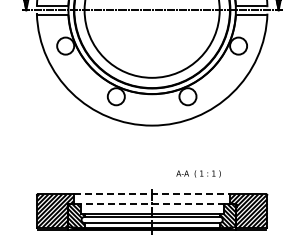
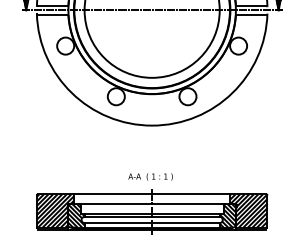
text at (198, 173) position: (198, 173) -> (150, 176)
line at (152, 194): dashed -> solid
line at (151, 204): dashed -> solid
